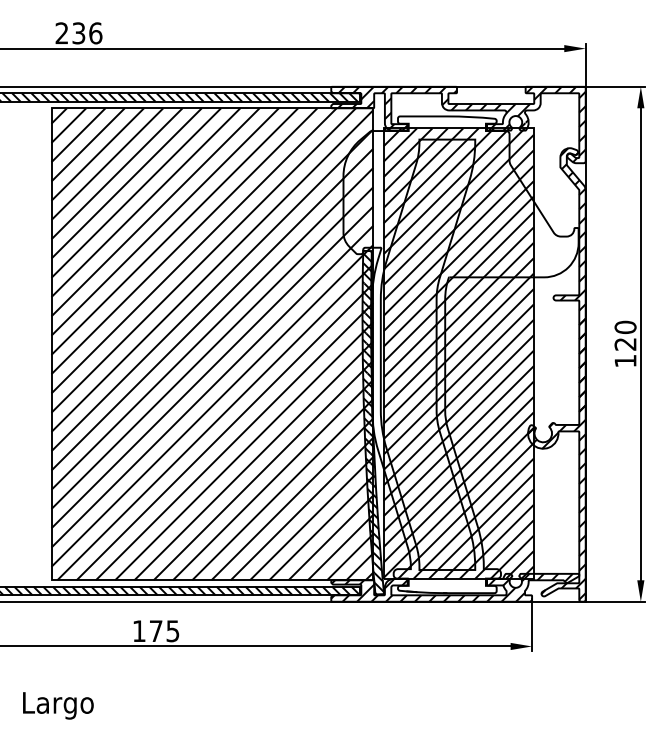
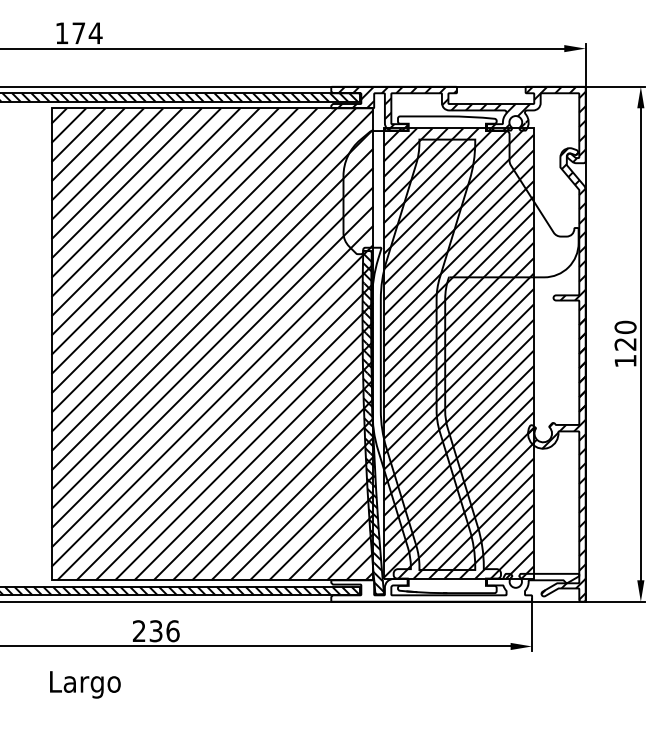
text at (78, 33): 236 -> 174
hatch at (451, 587): present -> none
text at (155, 631): 175 -> 236
text at (58, 705) position: (58, 705) -> (85, 684)
